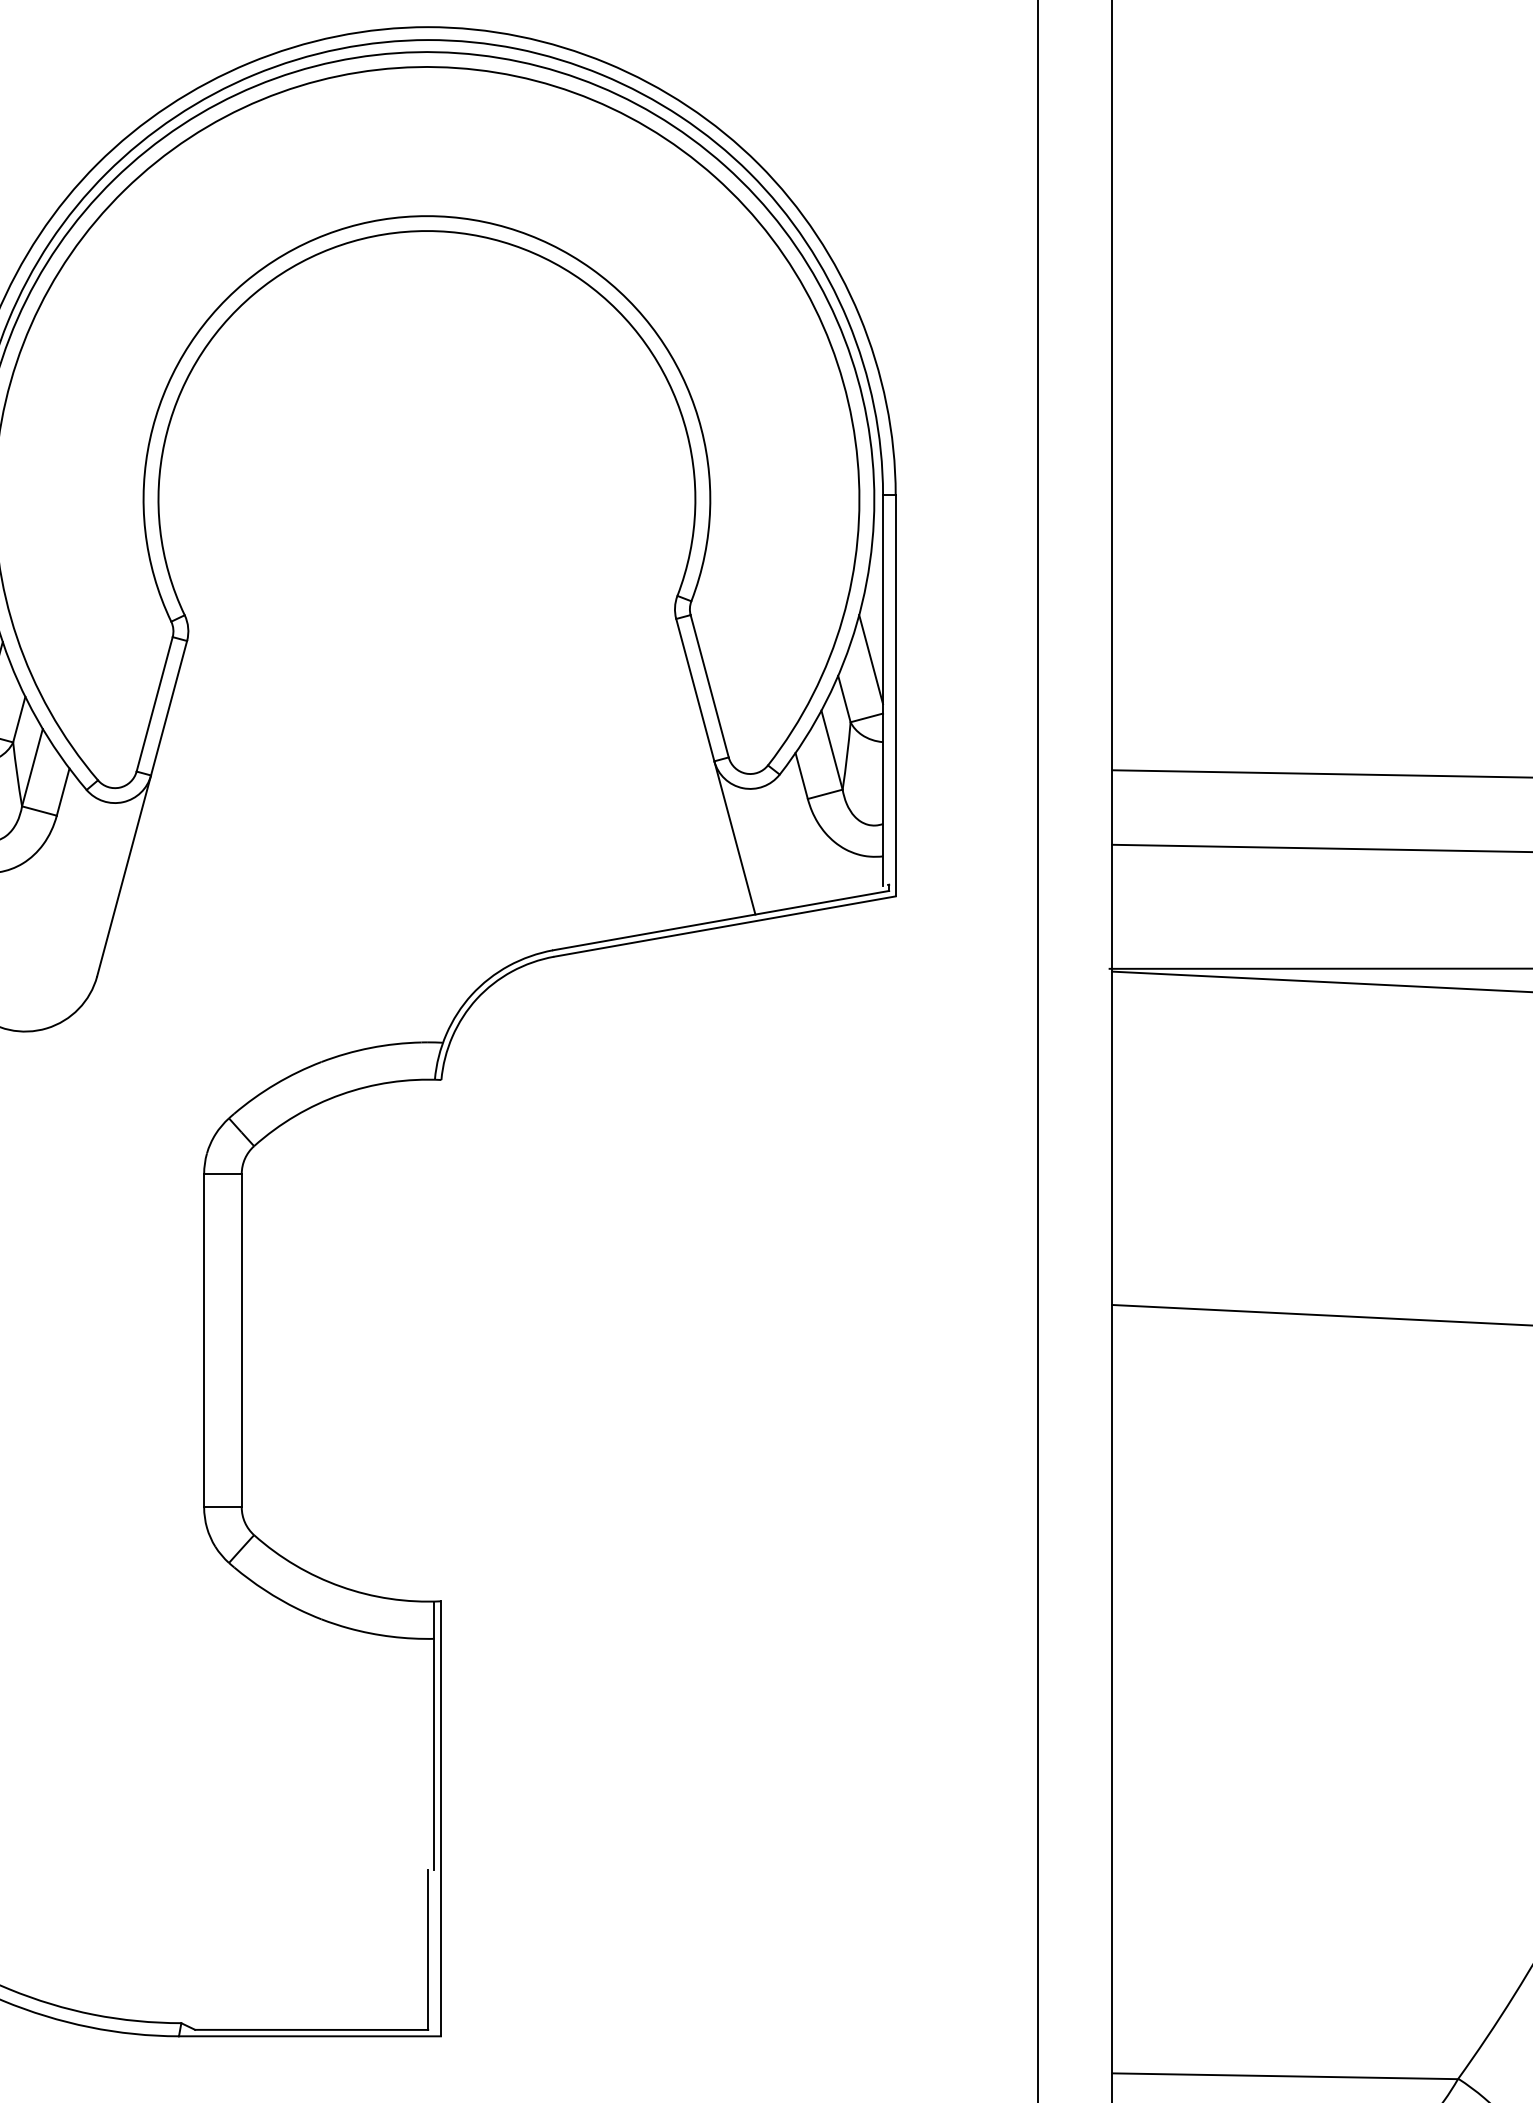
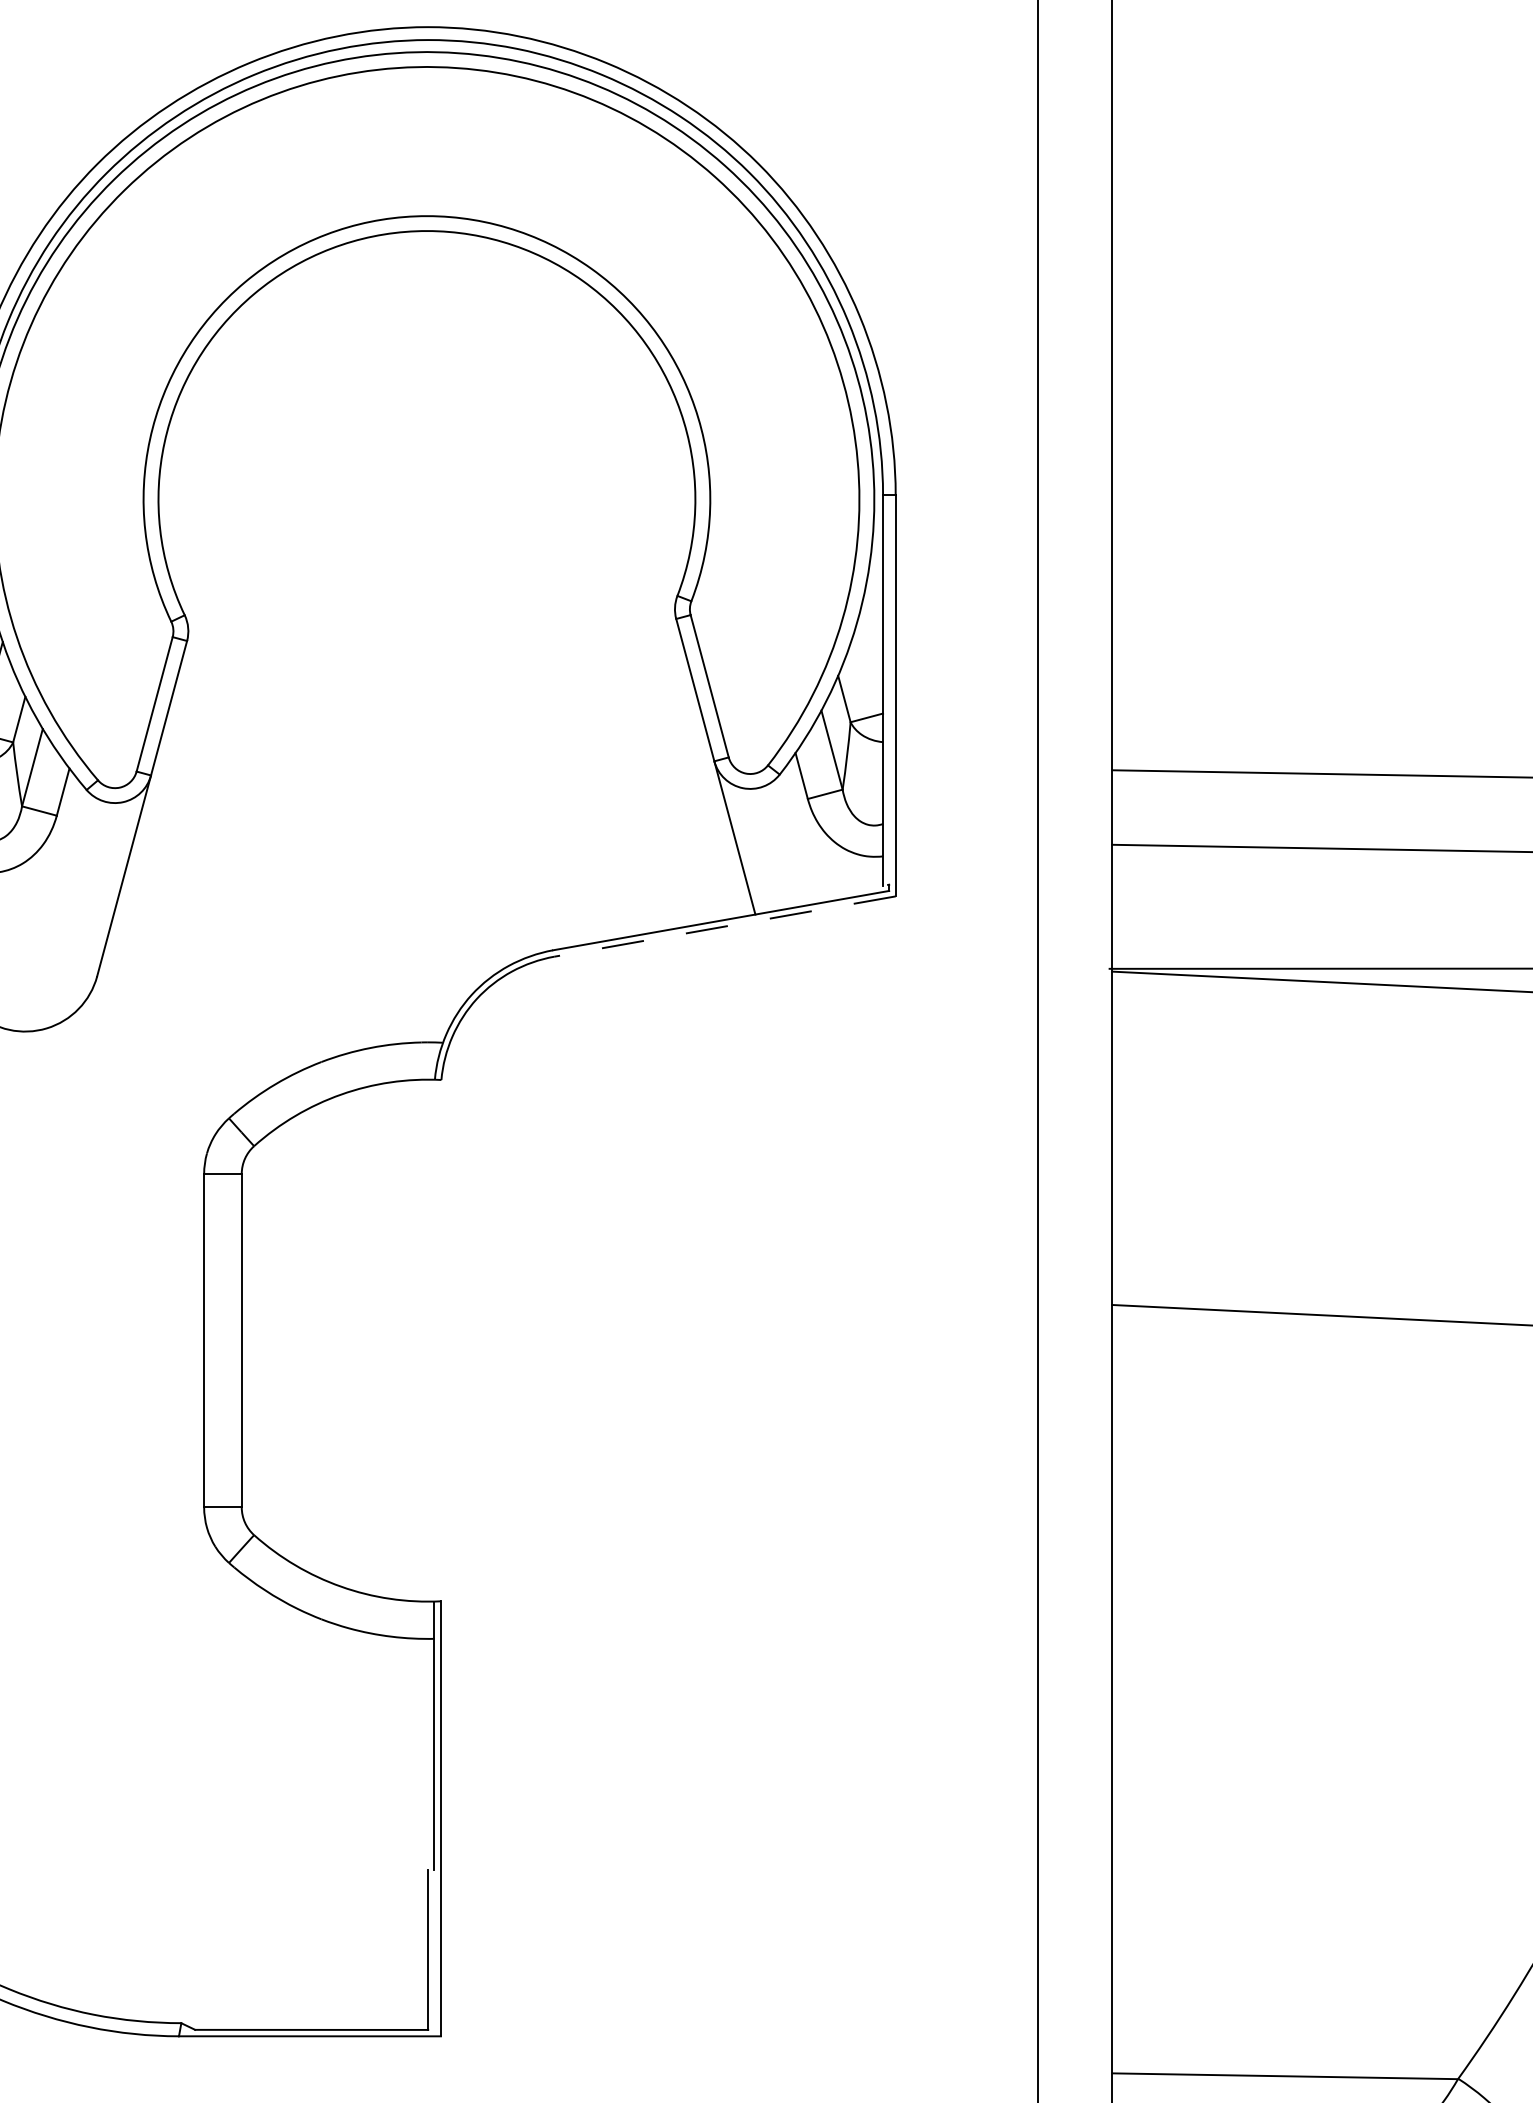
line at (871, 659): present -> none
line at (724, 926): solid -> dashed
